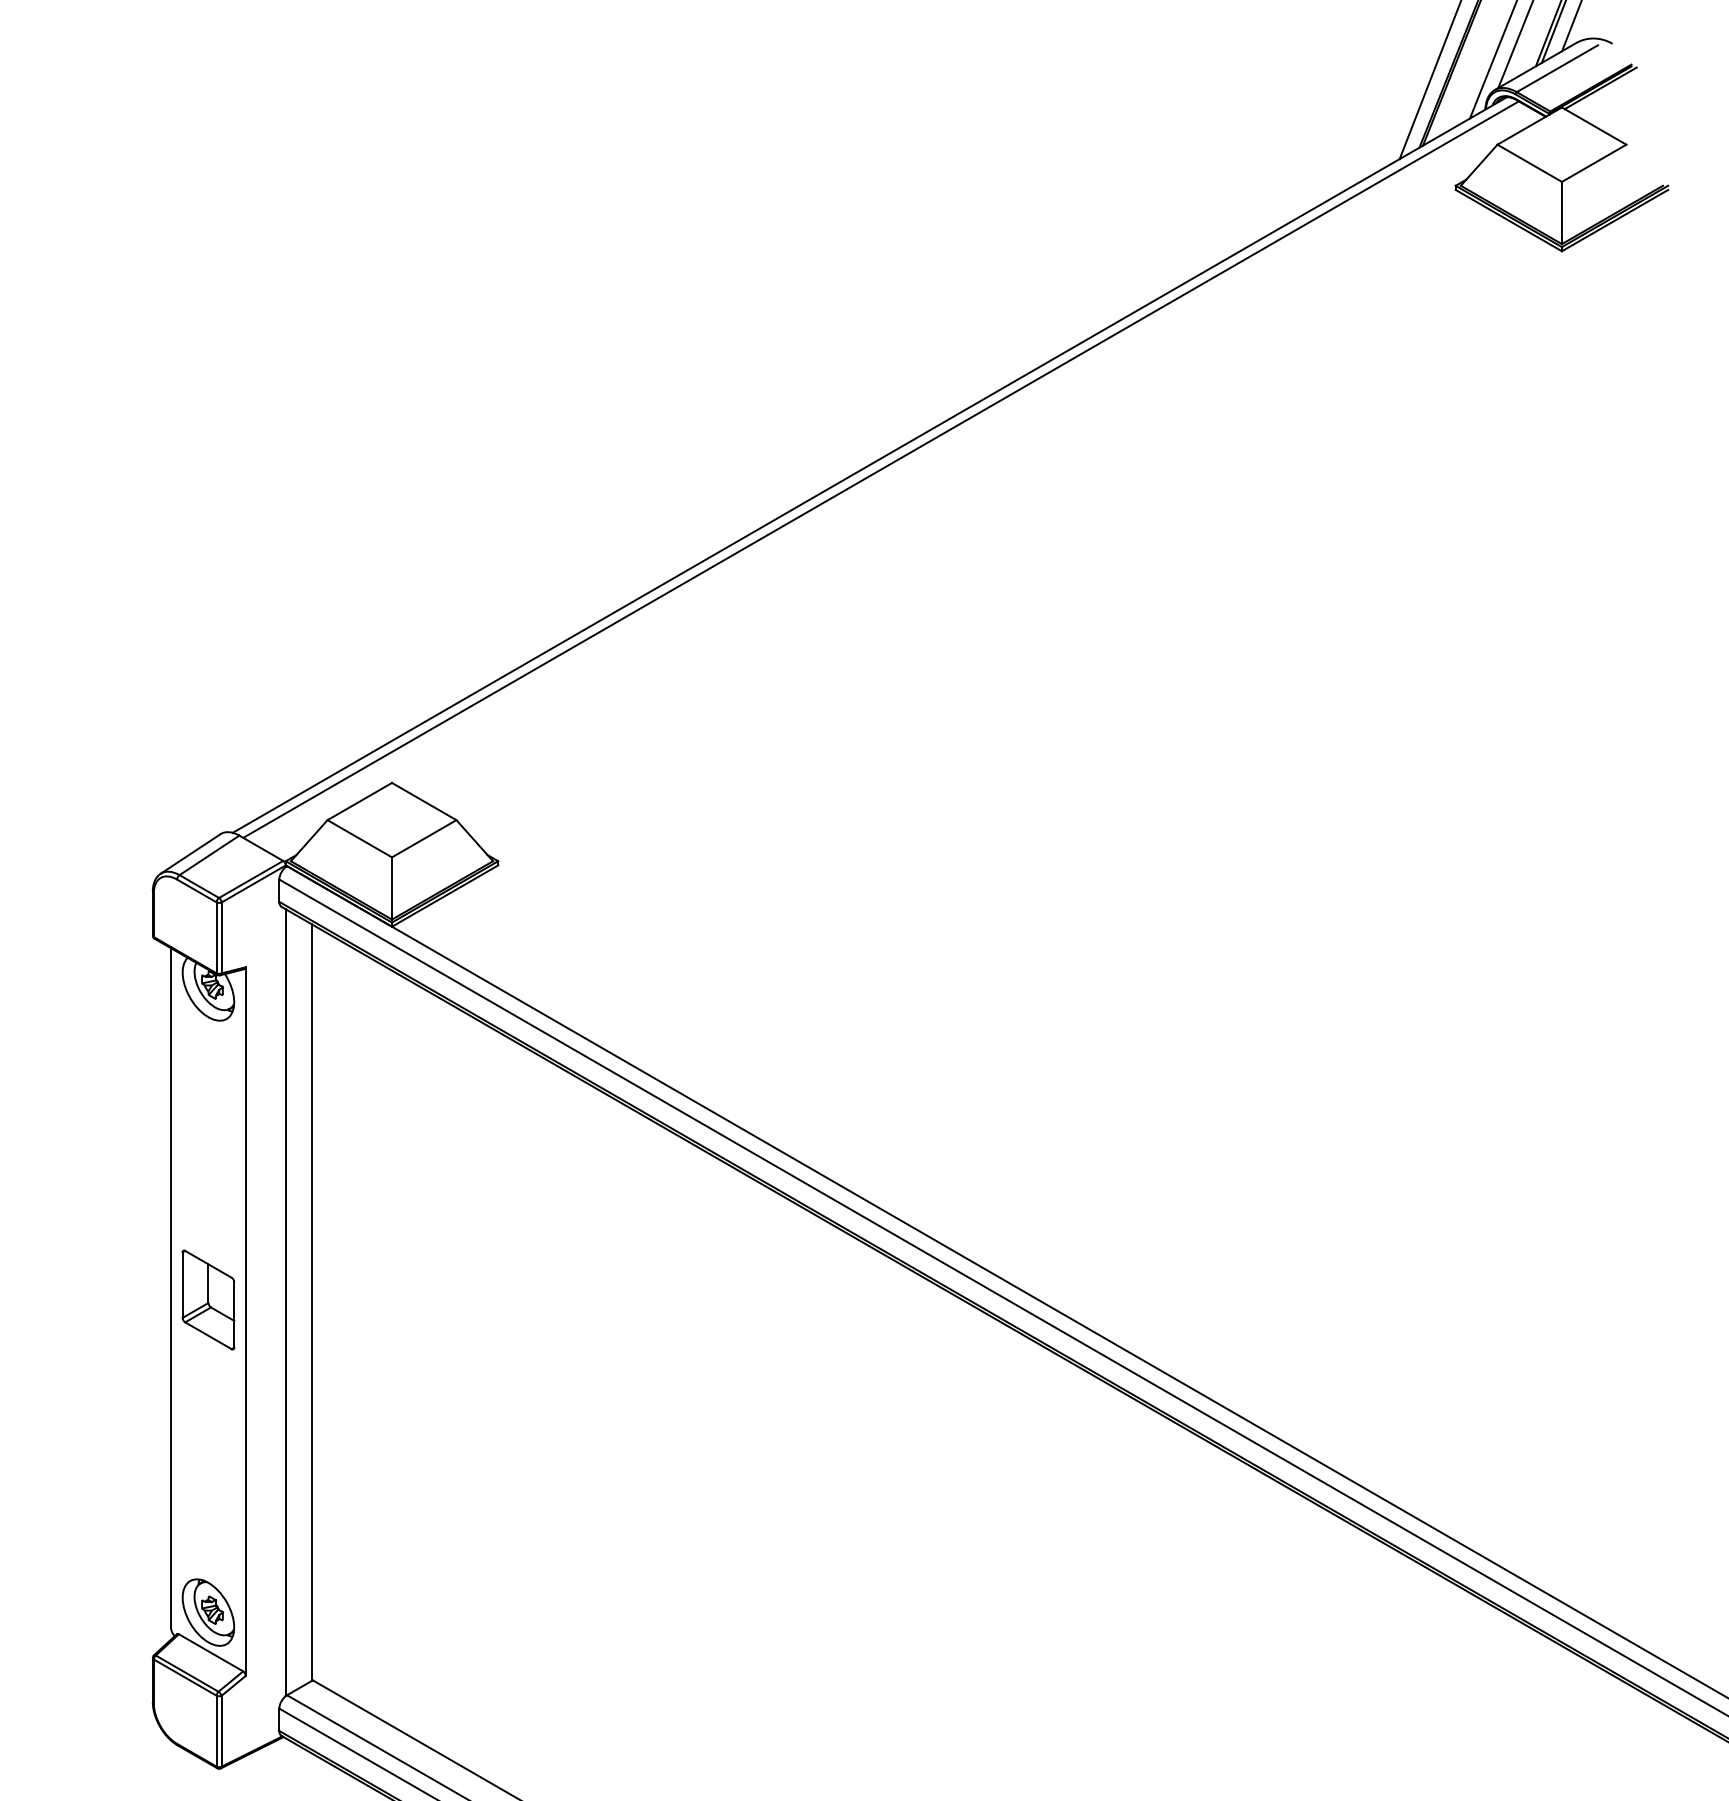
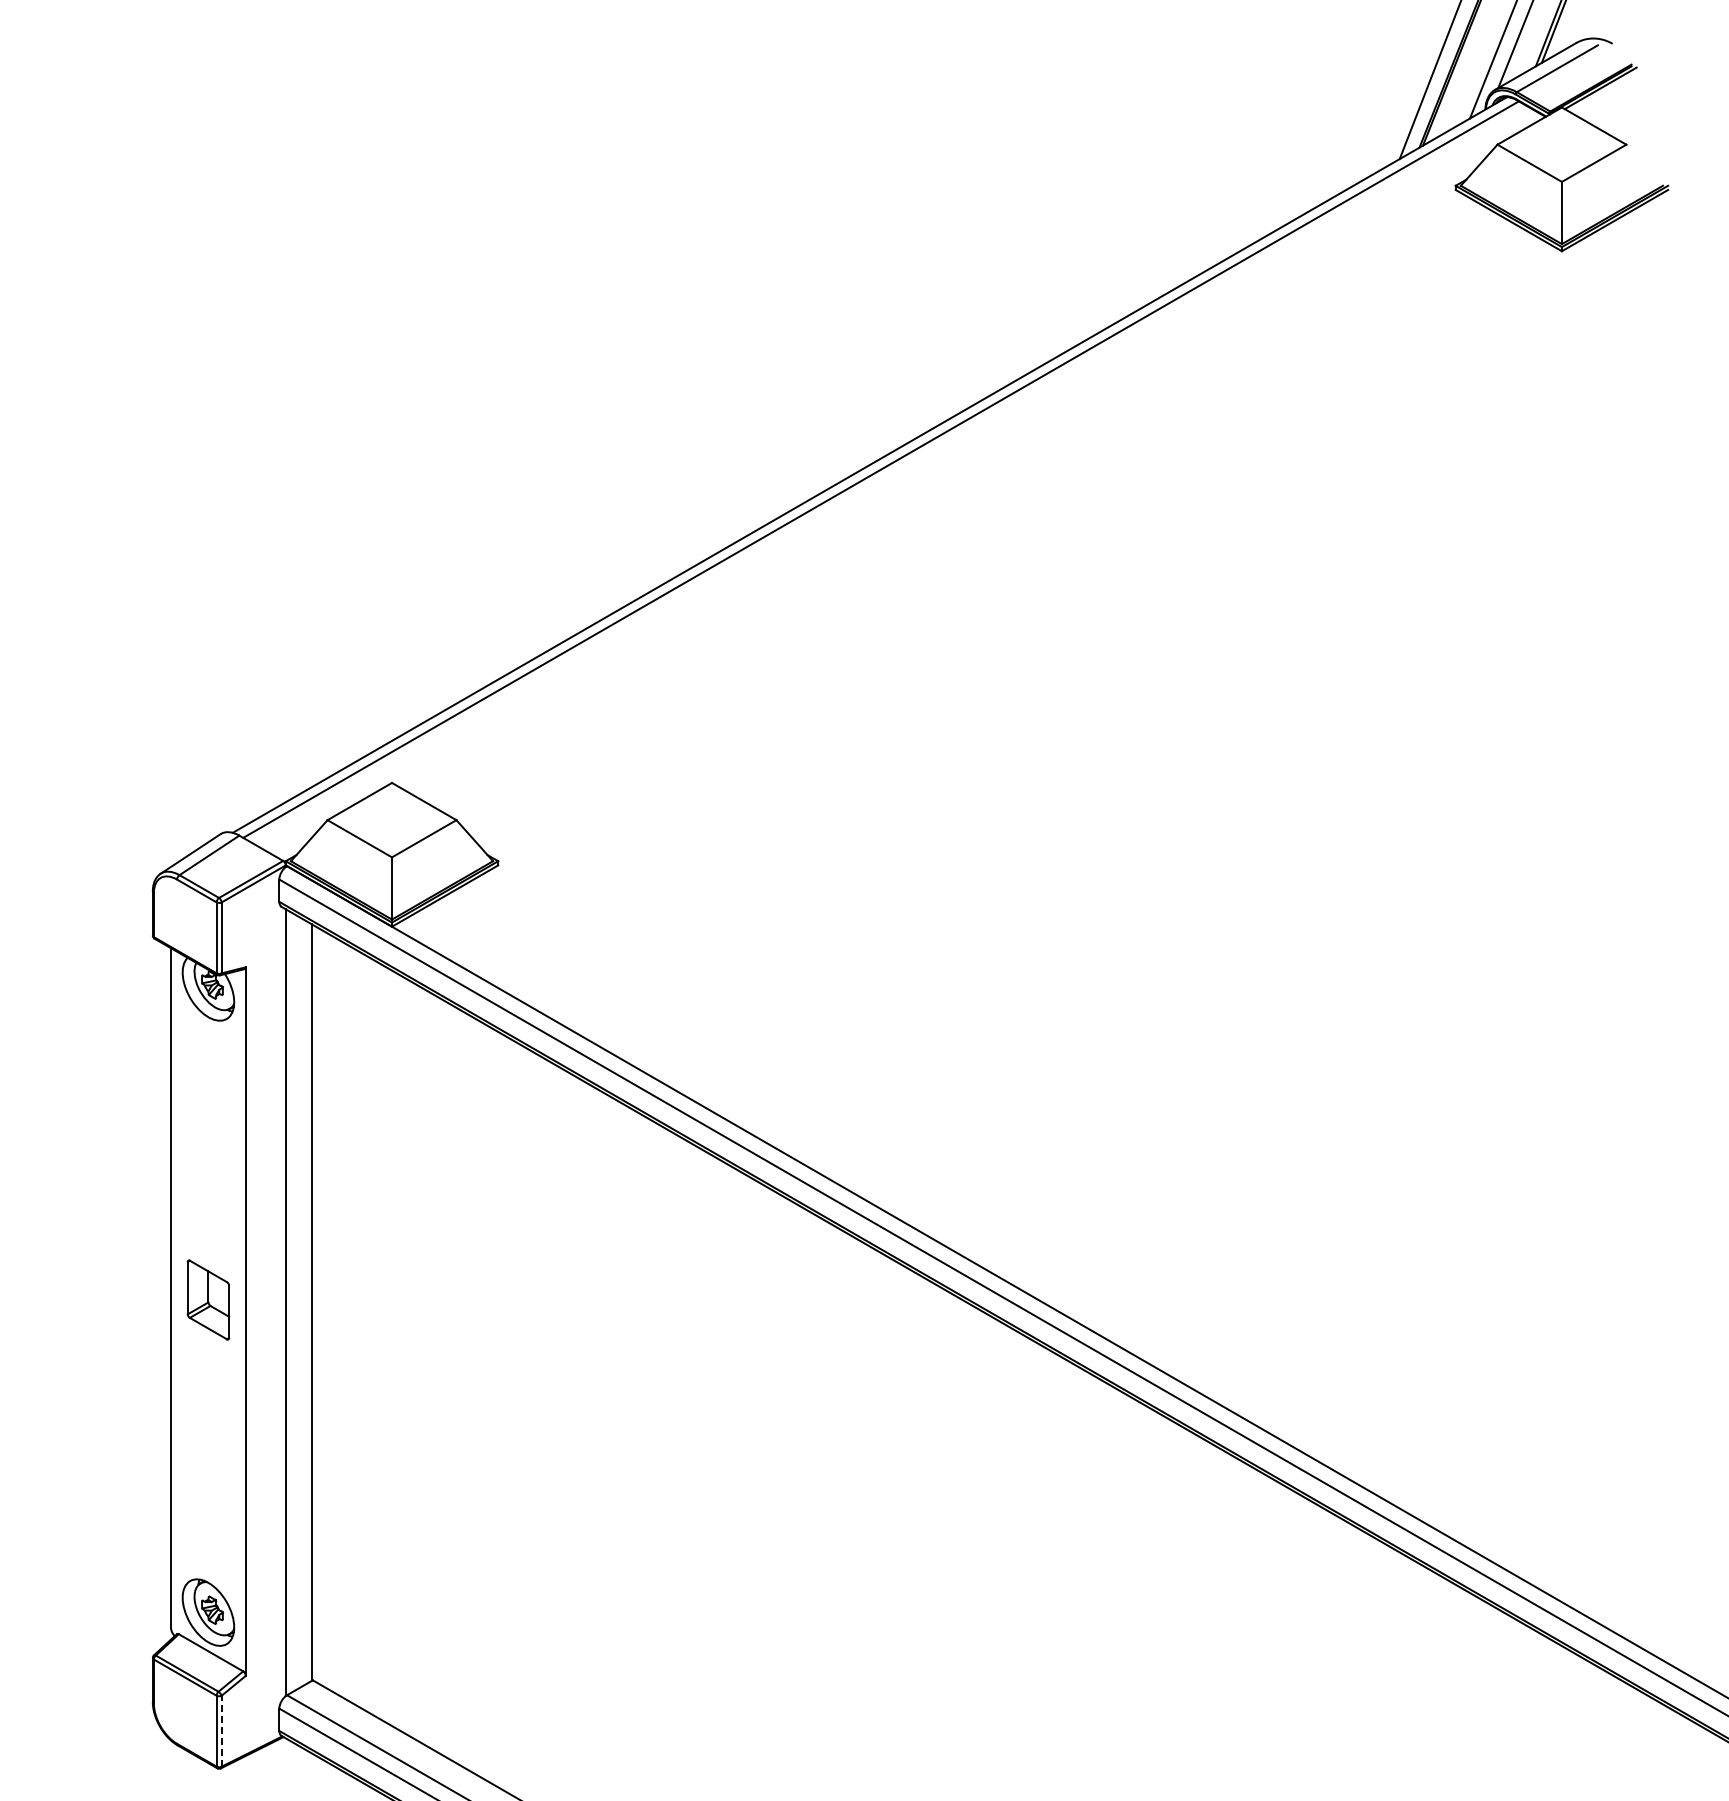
line at (1571, 26): present -> none
part at (208, 1299) size: 55x102 px -> 45x82 px
line at (221, 1730): solid -> dashed
